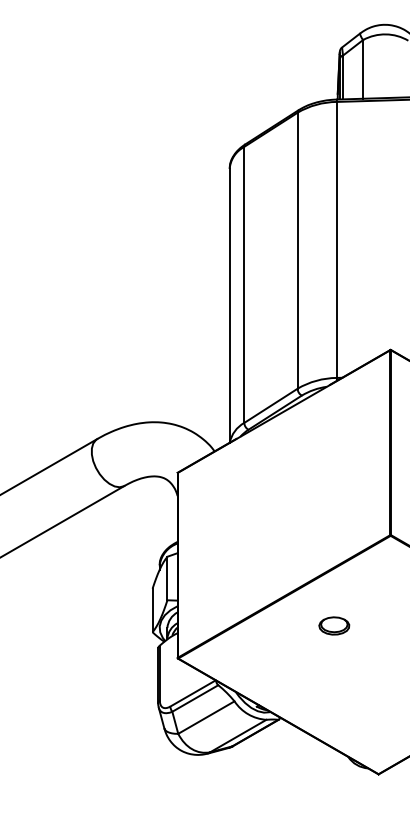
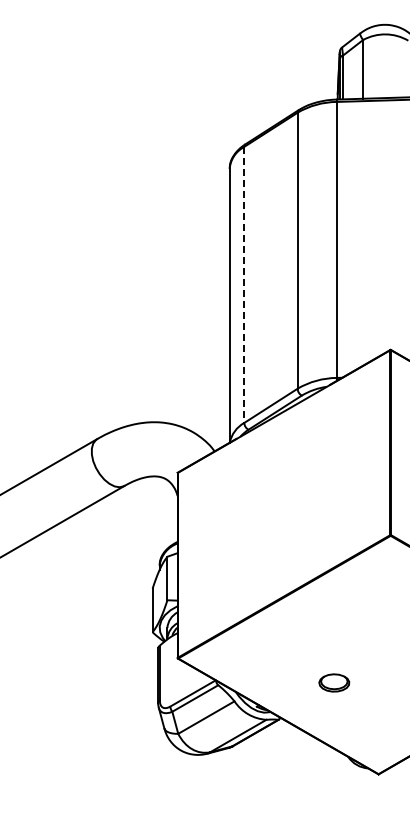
line at (244, 285): solid -> dashed
part at (334, 625) position: (334, 625) -> (334, 682)
